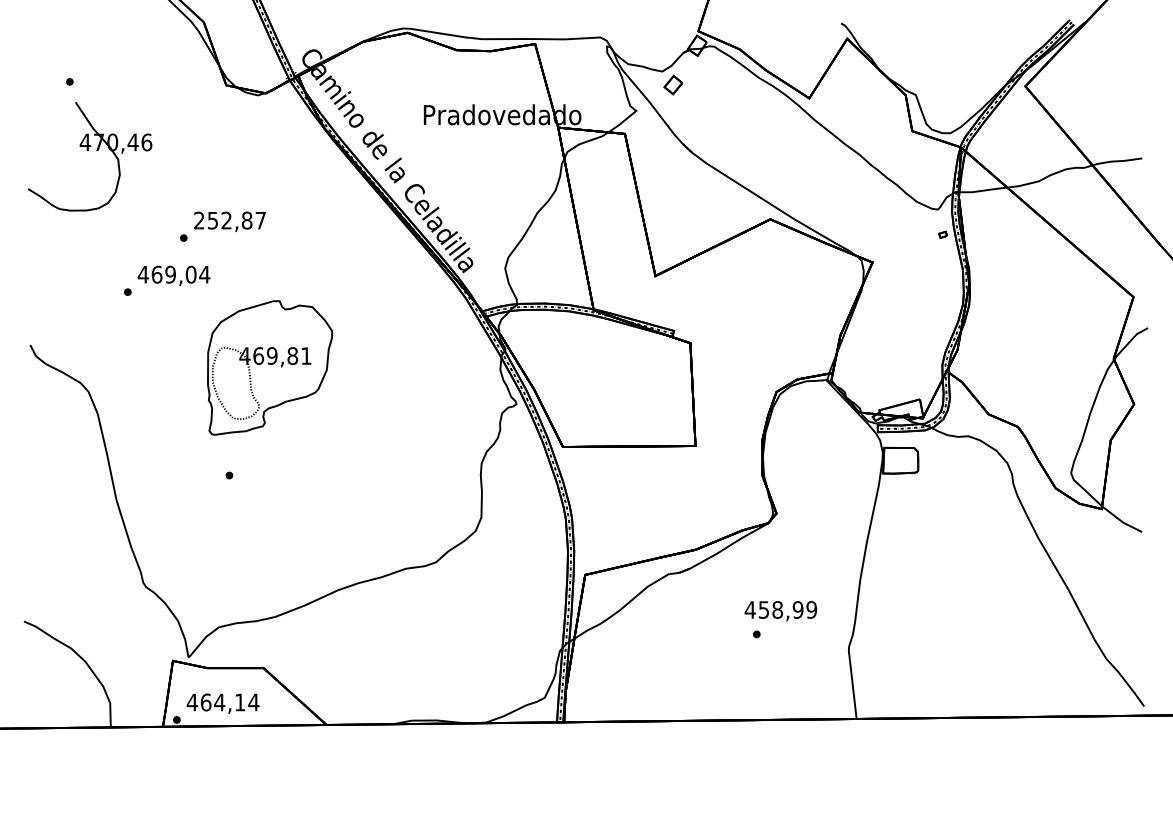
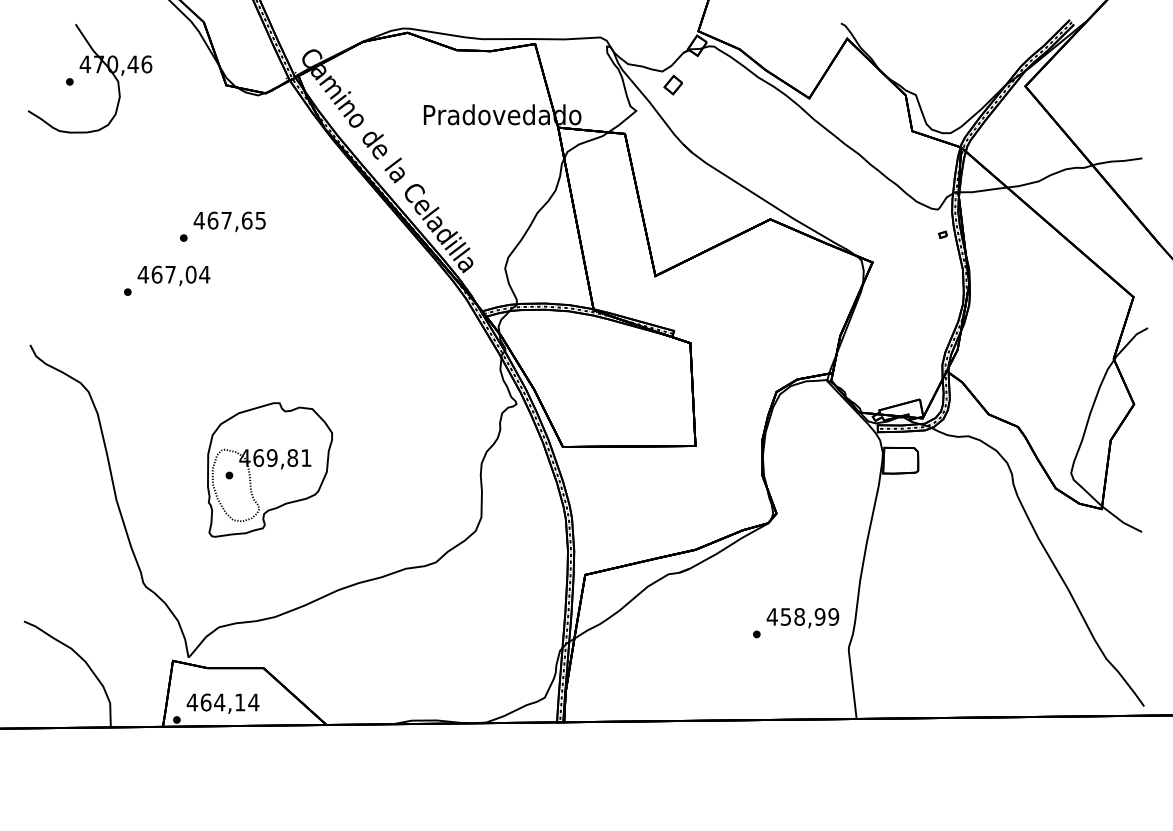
part at (89, 156) position: (89, 156) -> (89, 78)
text at (229, 220): 252,87 -> 467,65
text at (170, 274): 469,04 -> 467,04
part at (269, 367) position: (269, 367) -> (269, 469)
text at (780, 611) position: (780, 611) -> (802, 618)
